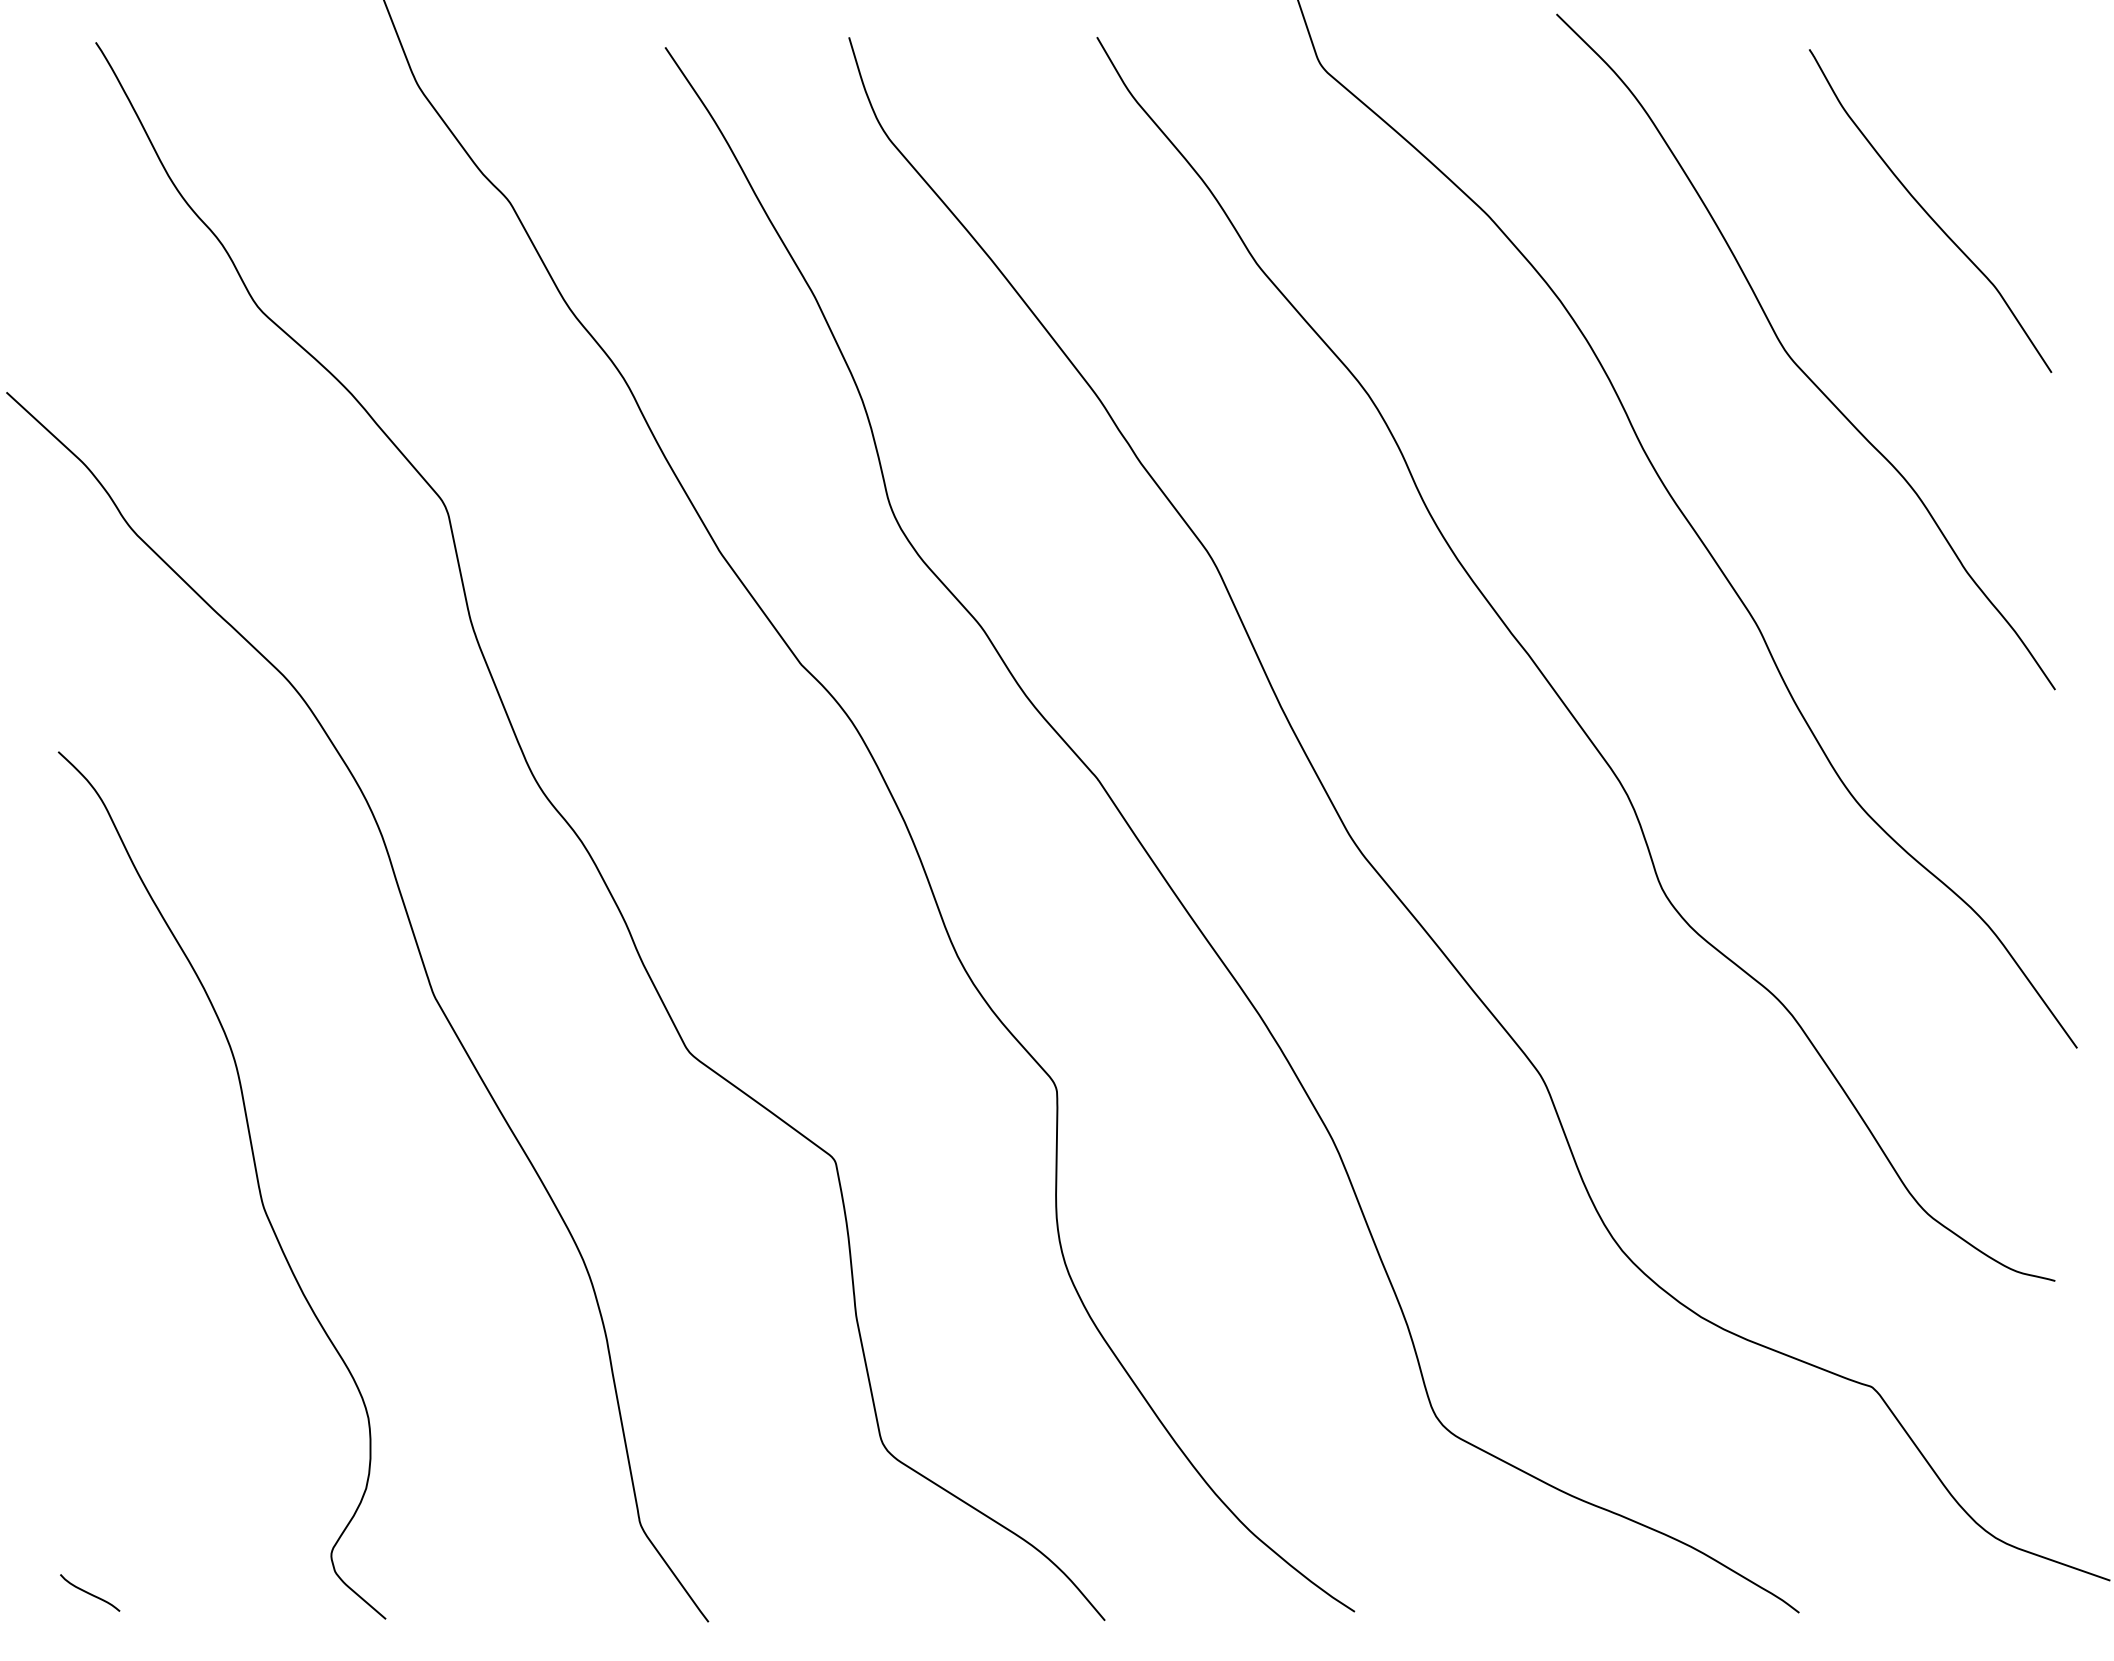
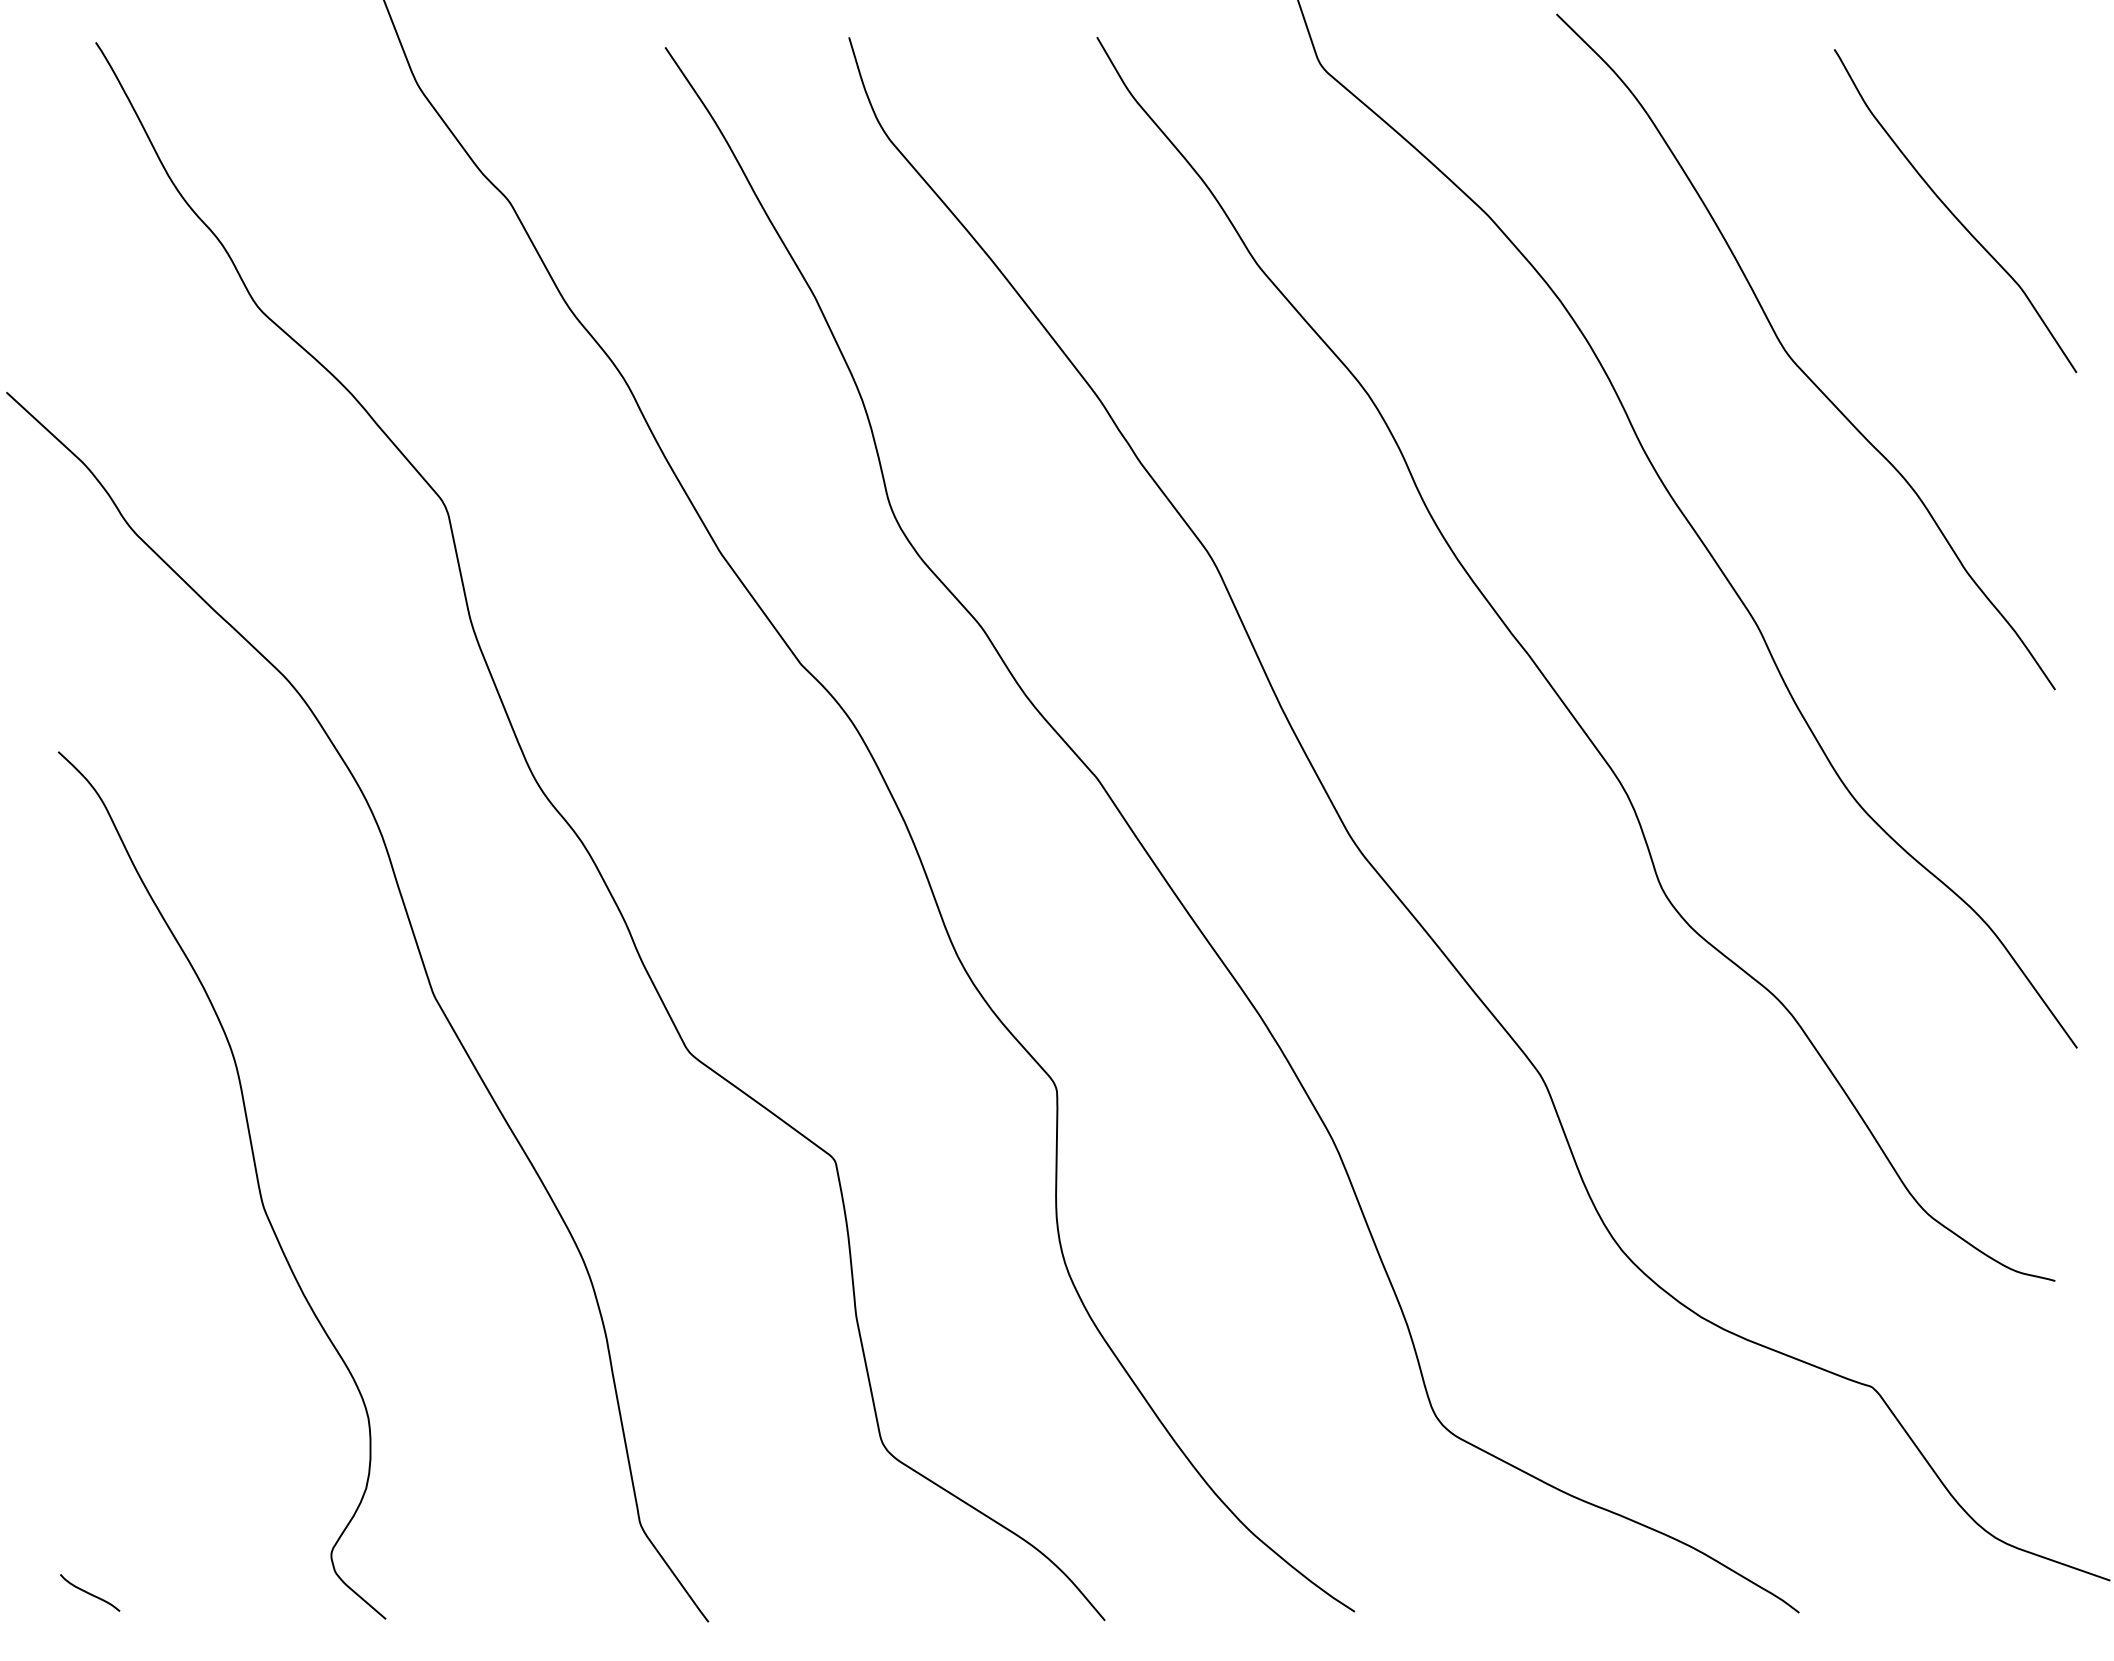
curve at (1927, 212) position: (1927, 212) -> (1952, 212)
